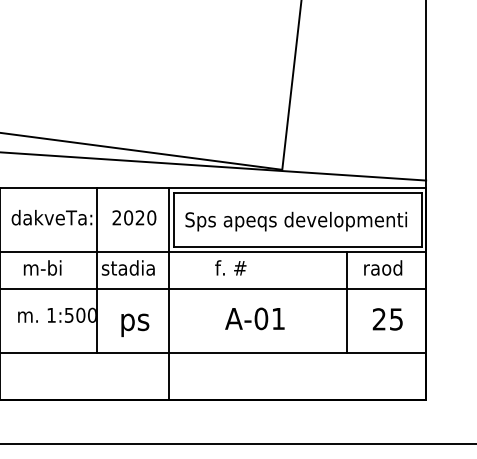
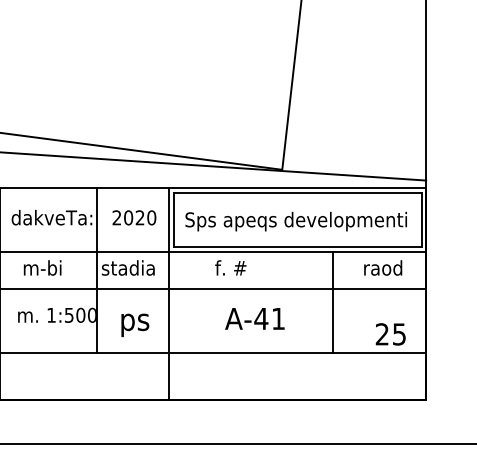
line at (347, 301) position: (347, 301) -> (333, 301)
text at (261, 318): A-01 -> A-41
text at (387, 319) position: (387, 319) -> (390, 334)
